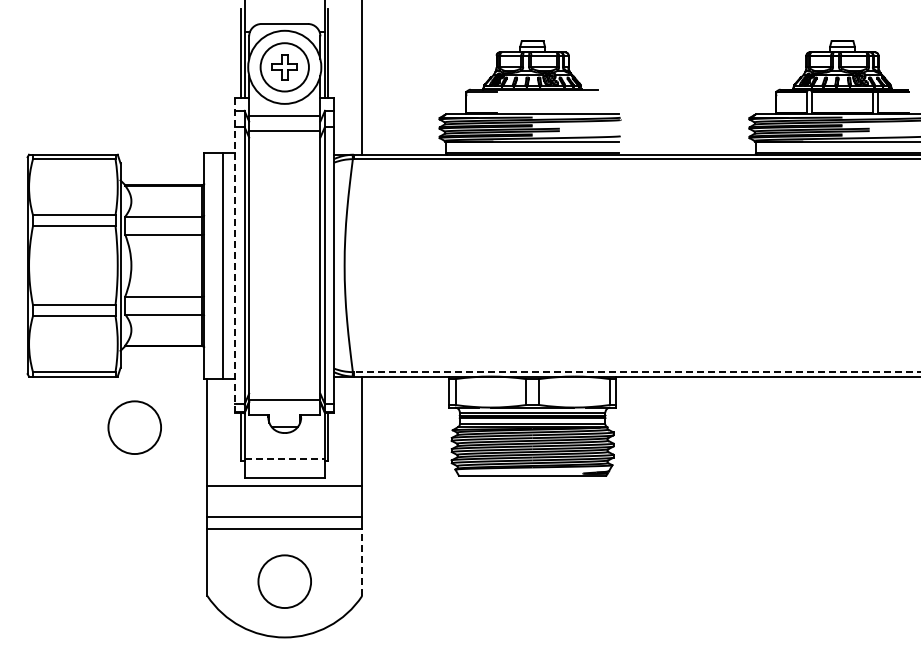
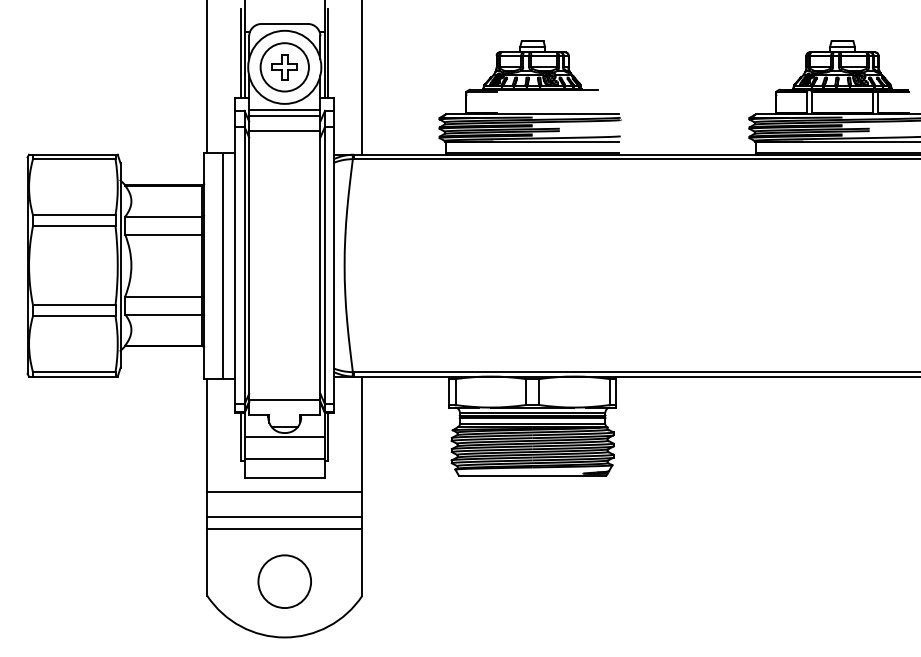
line at (207, 77): none -> present
line at (284, 110): none -> present
line at (235, 255): dashed -> solid
line at (636, 372): dashed -> solid
circle at (134, 427): present -> none
line at (284, 437): none -> present
line at (285, 458): dashed -> solid
line at (284, 485) position: (284, 485) -> (284, 491)
line at (362, 561): dashed -> solid
